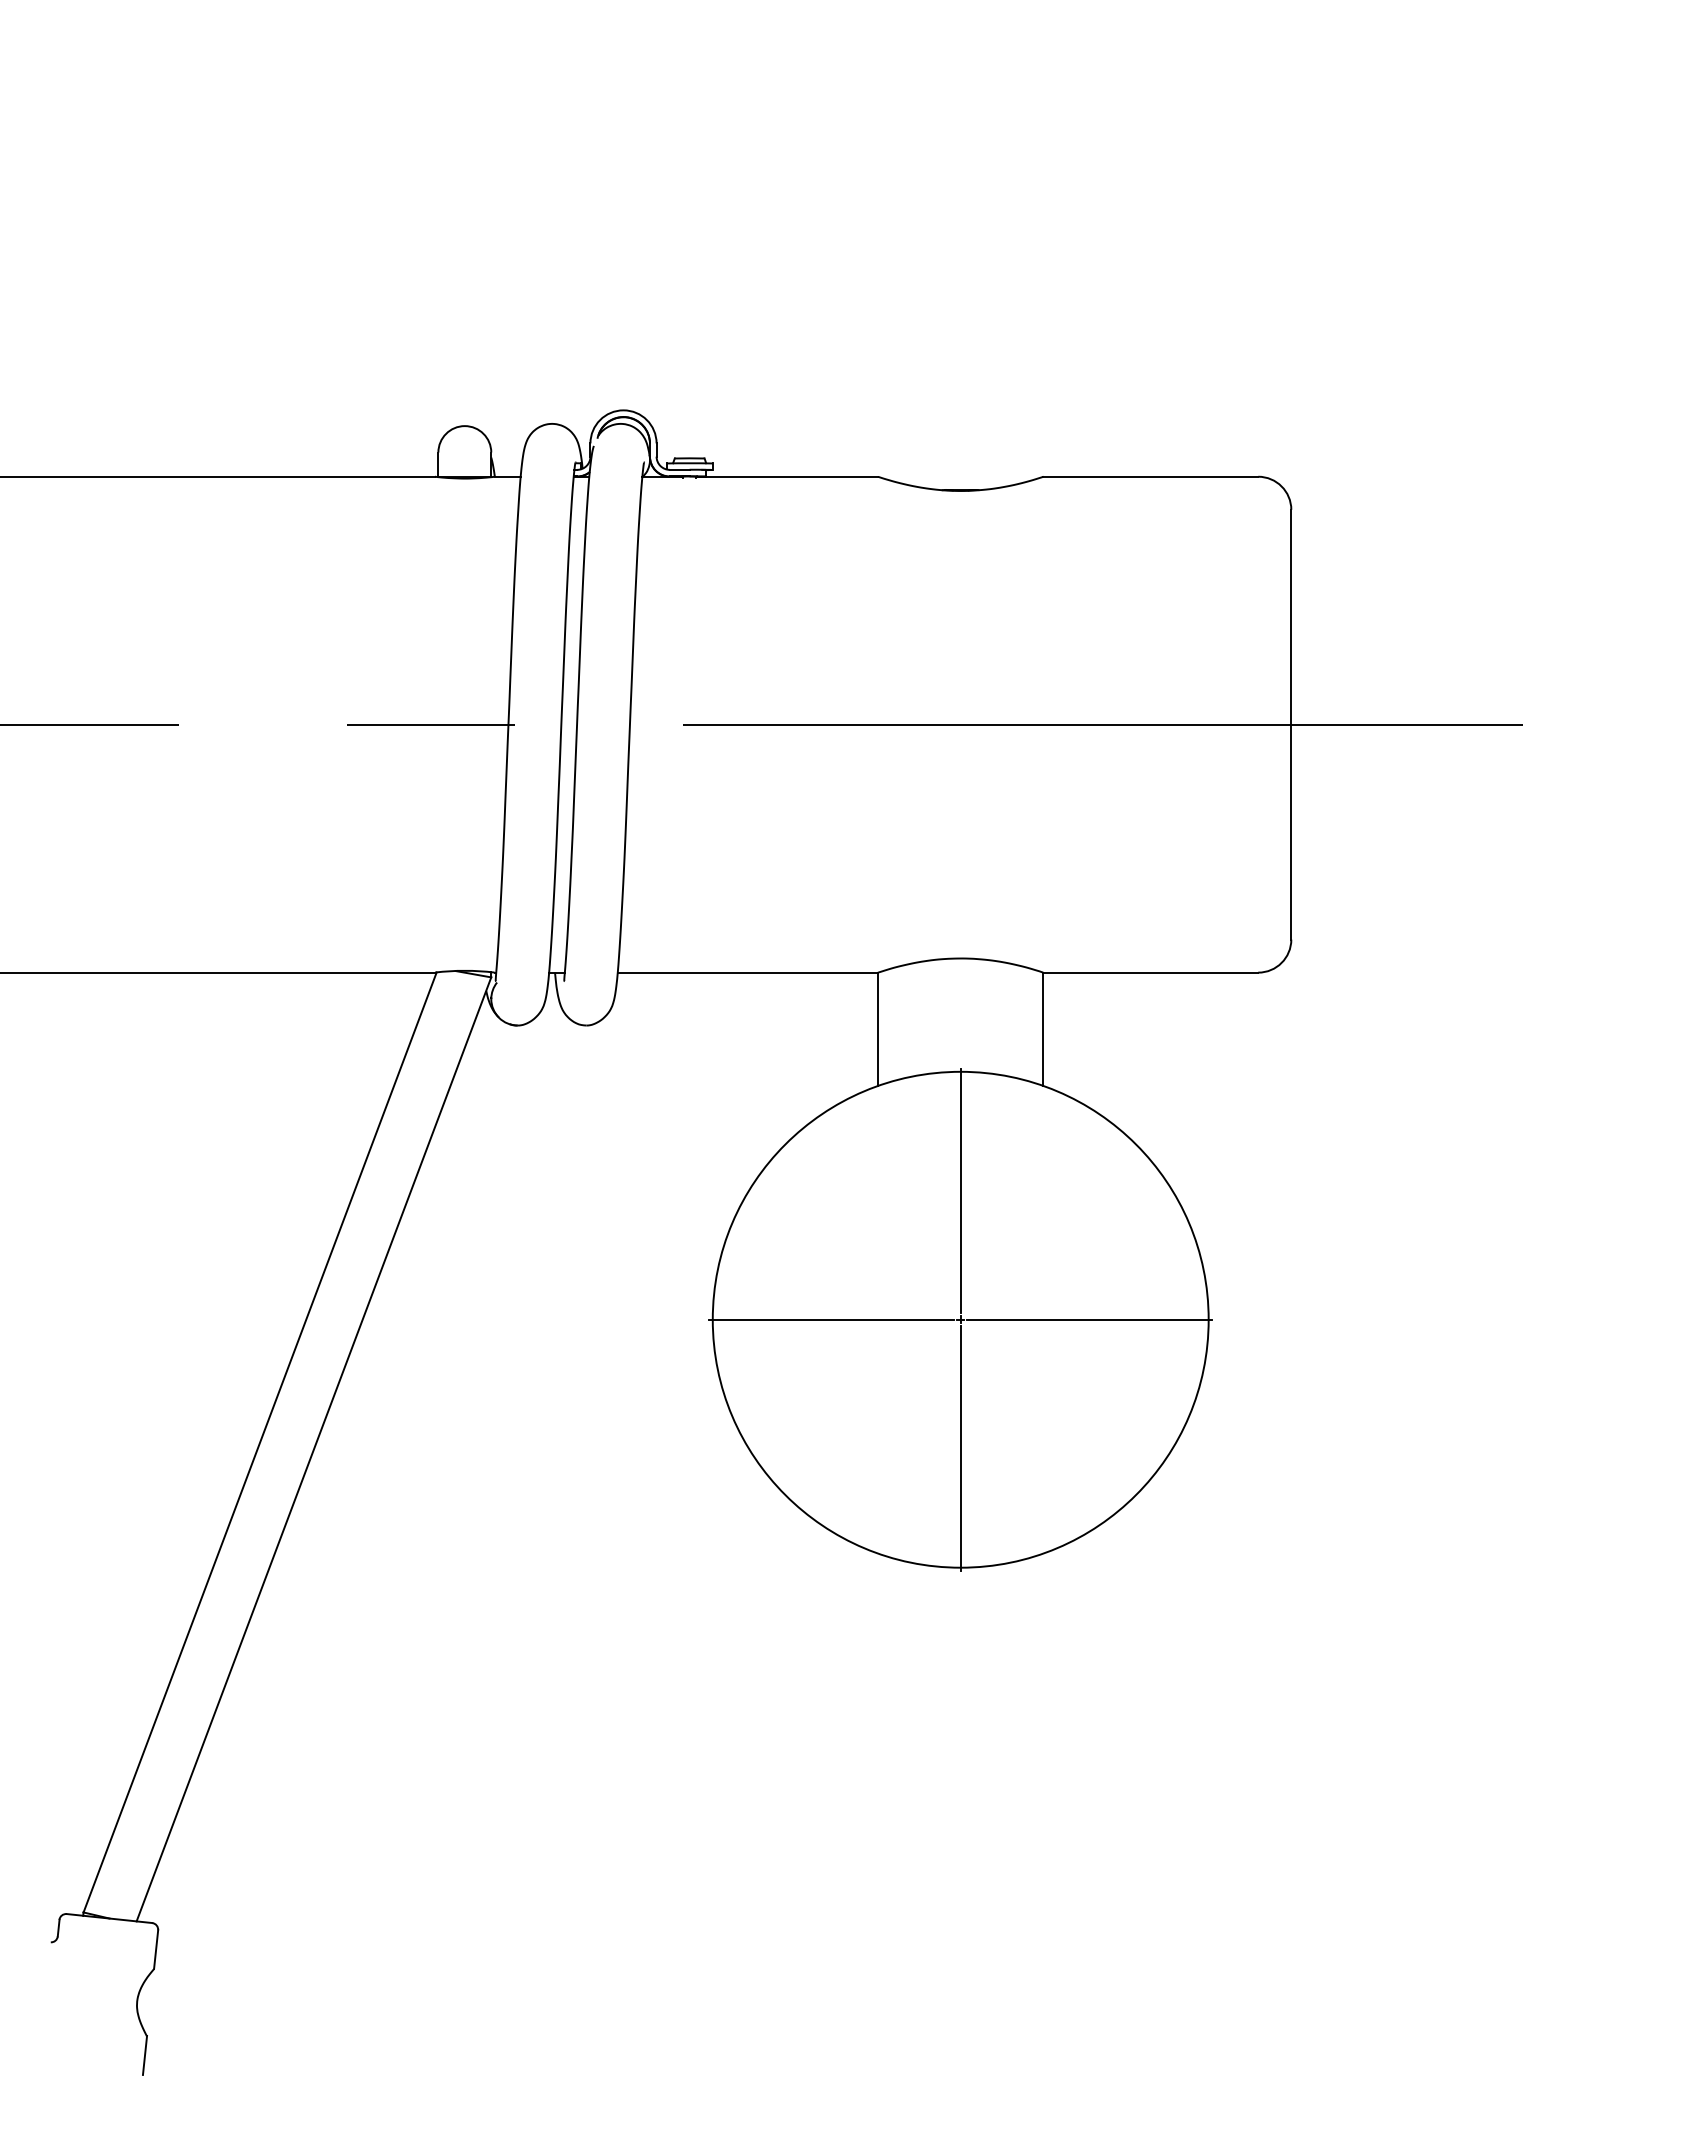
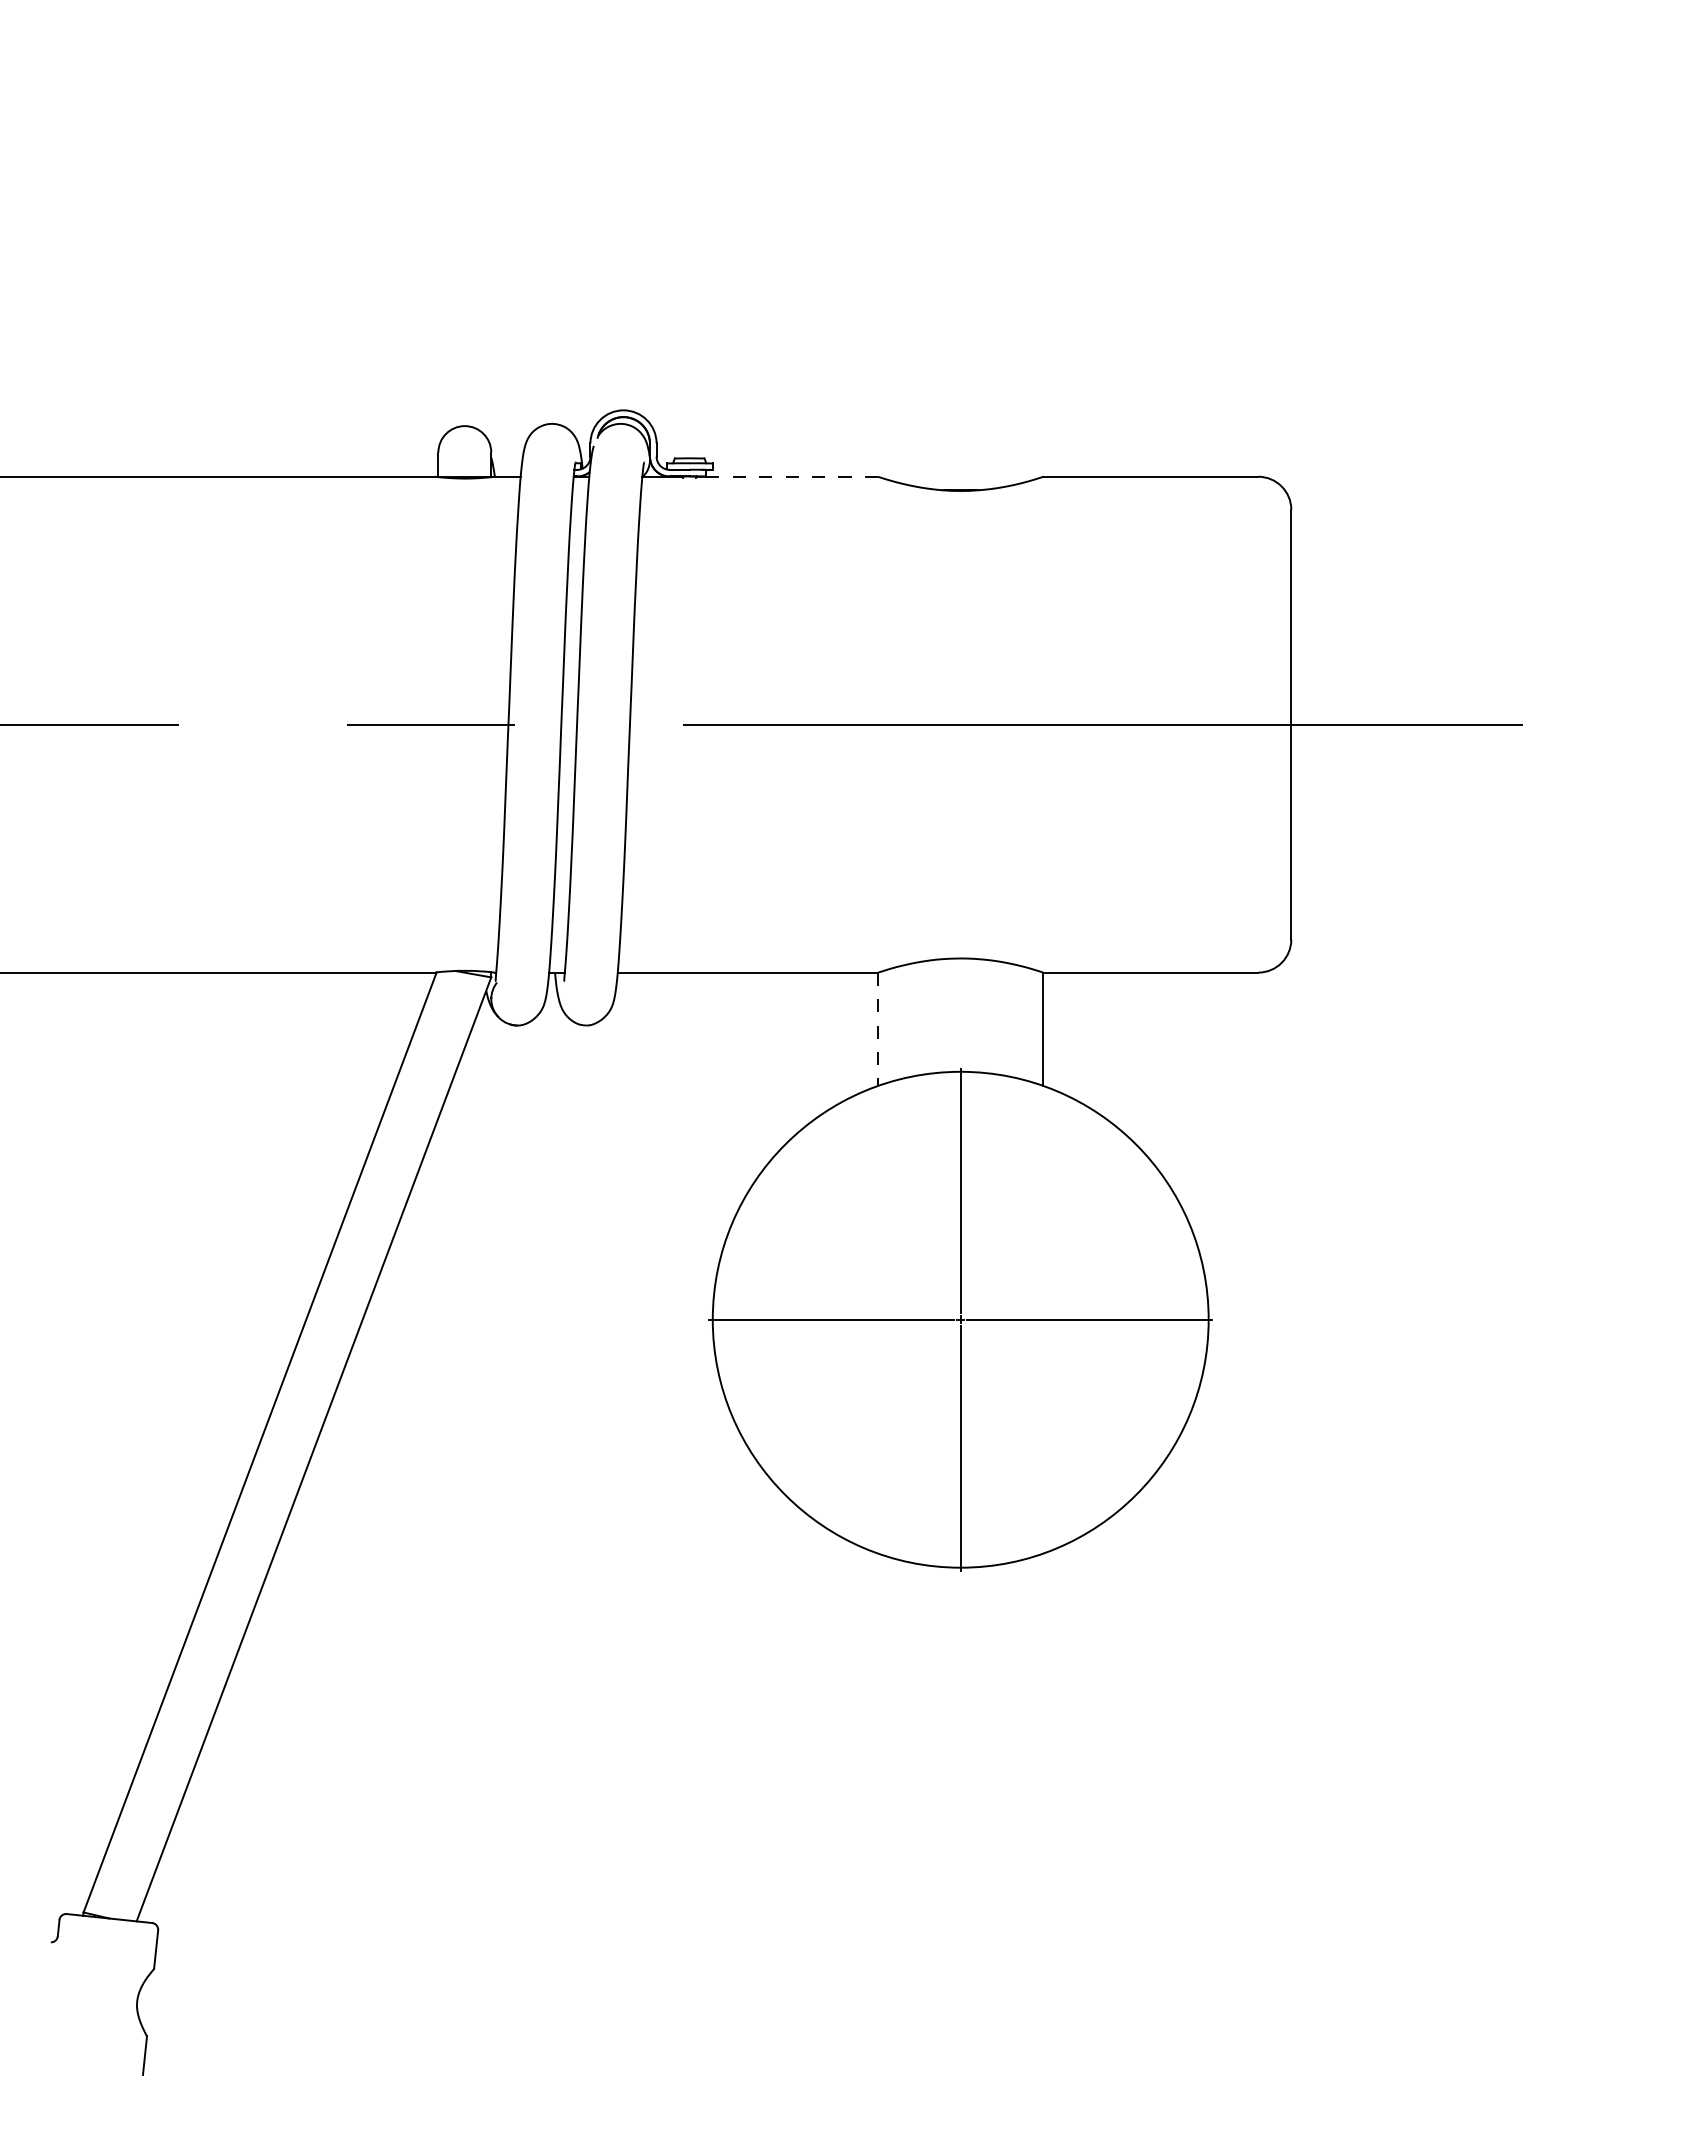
line at (787, 476): solid -> dashed
line at (878, 1029): solid -> dashed
